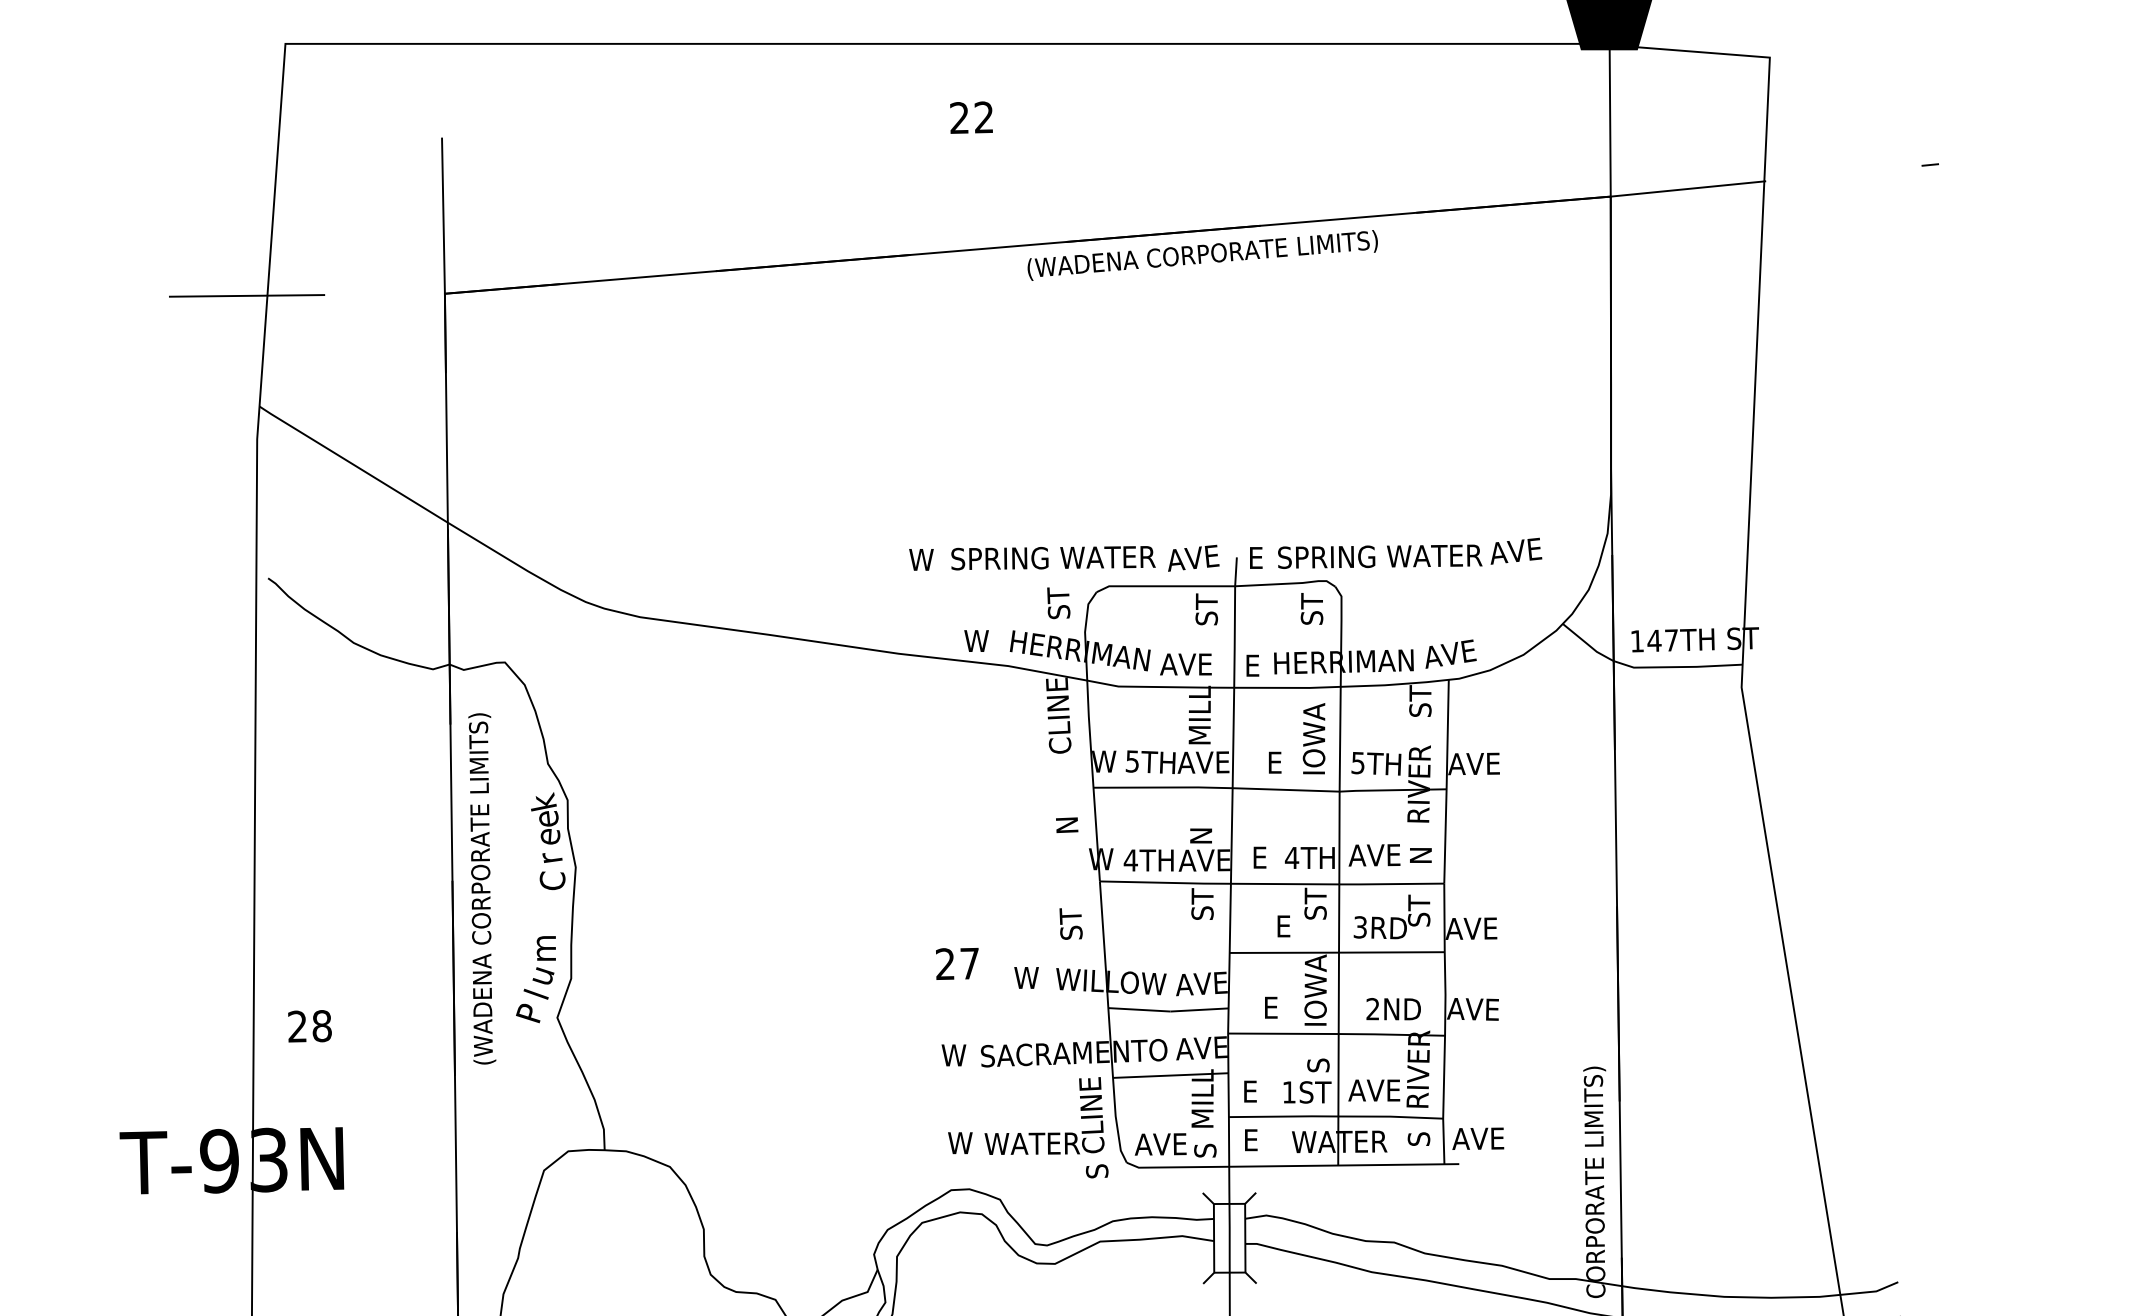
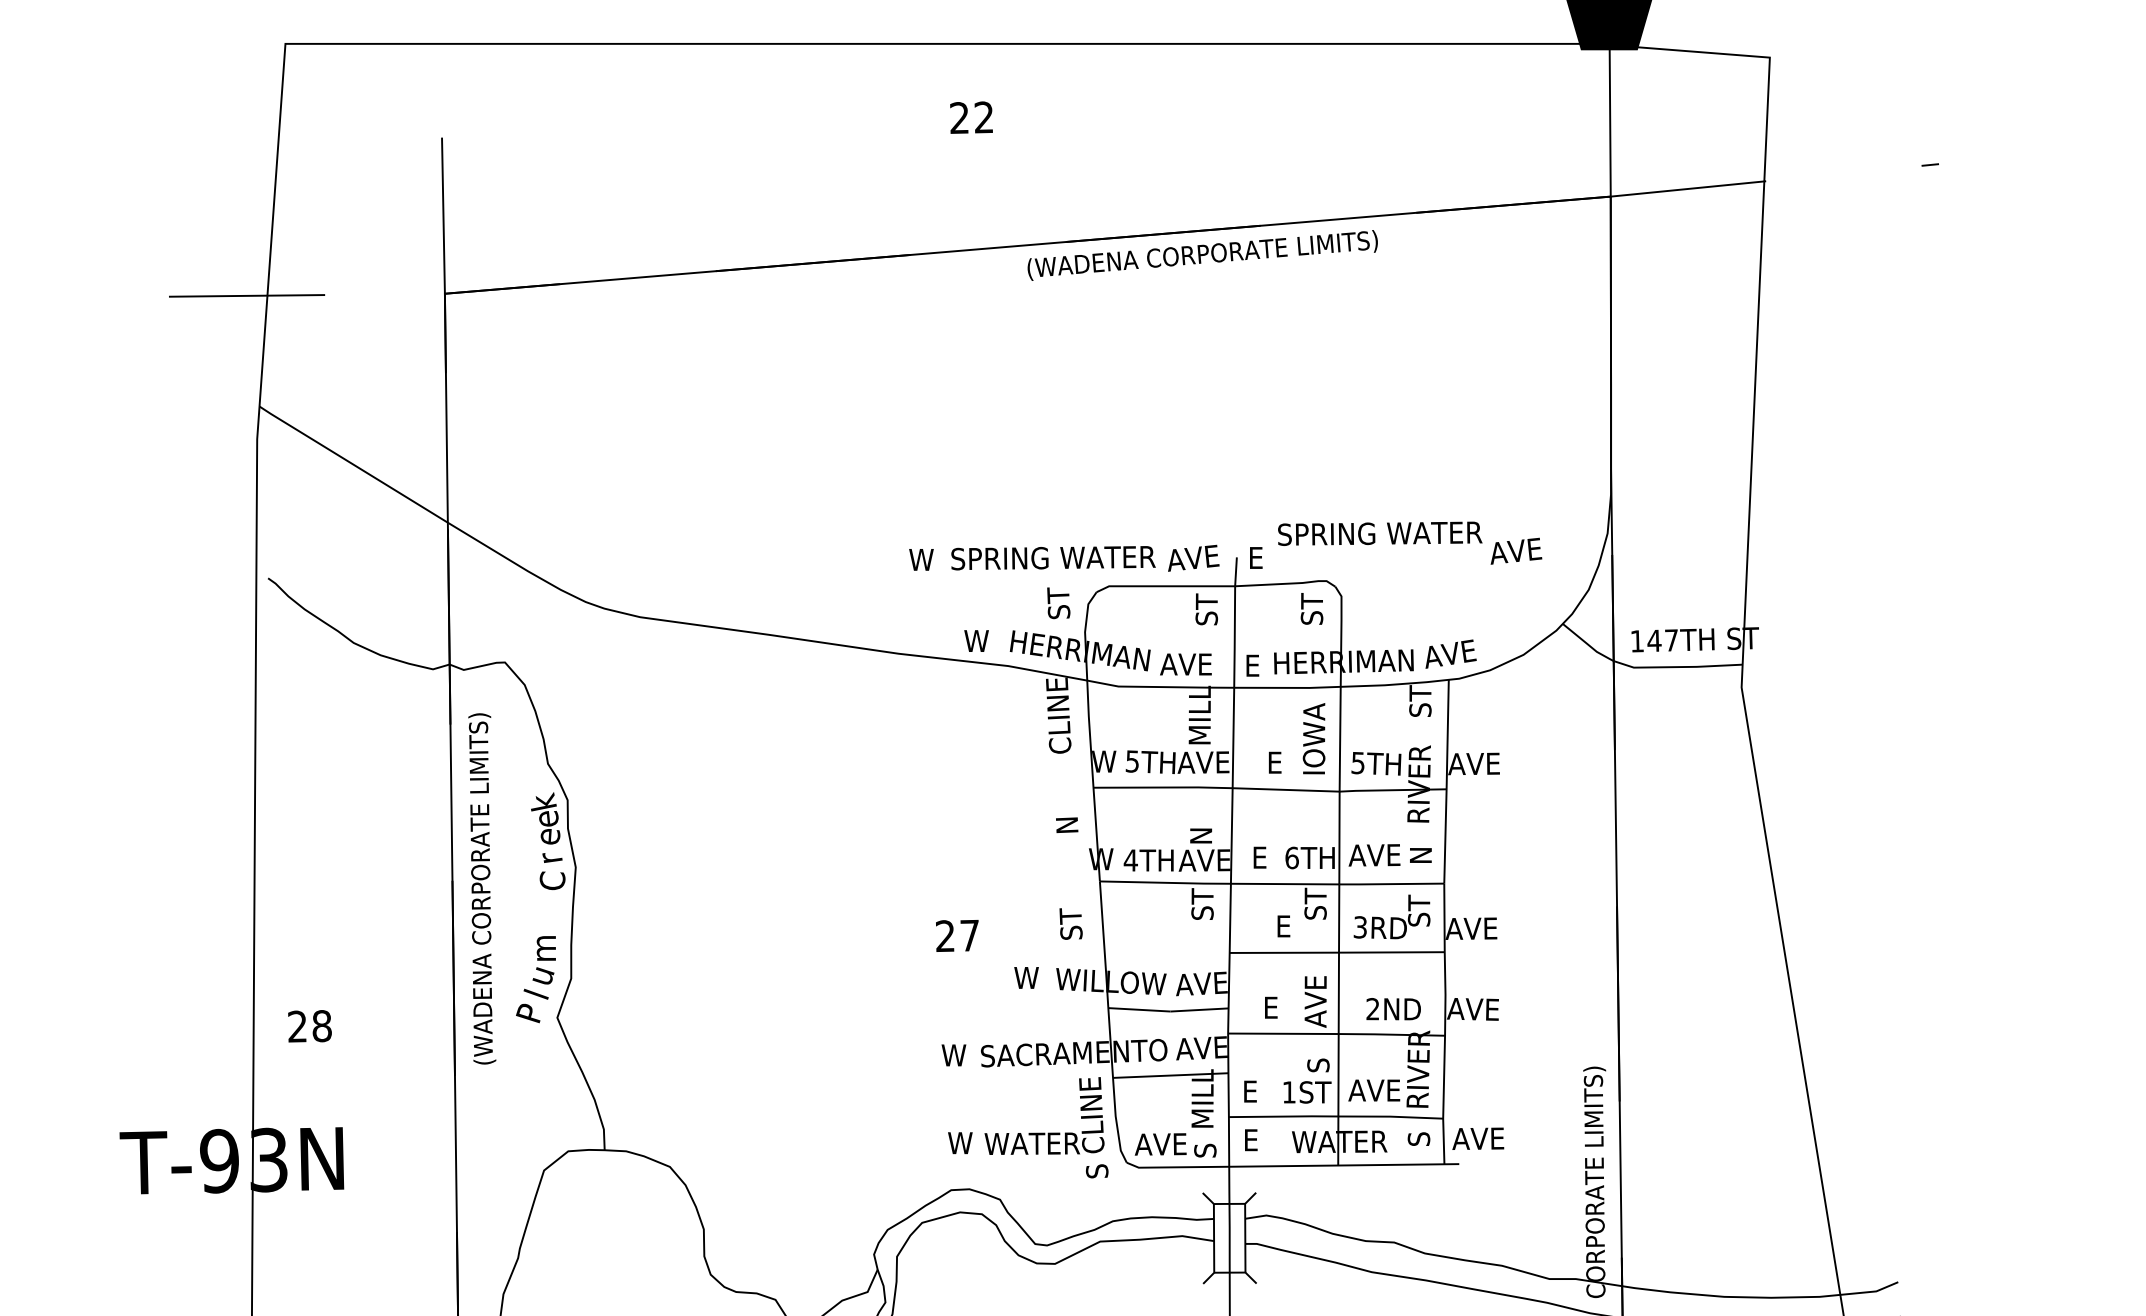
text at (1380, 556) position: (1380, 556) -> (1380, 533)
text at (1291, 857): 4TH -> 6TH
text at (957, 963) position: (957, 963) -> (957, 935)
text at (1315, 990): IOWA -> AVE
